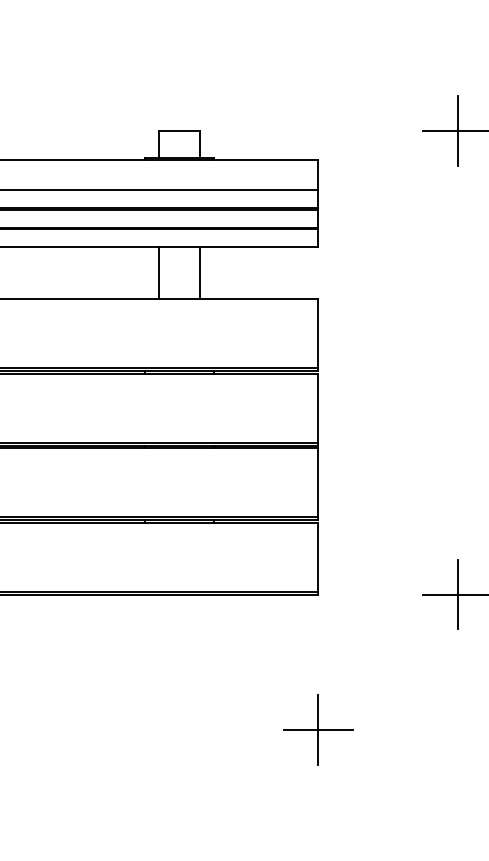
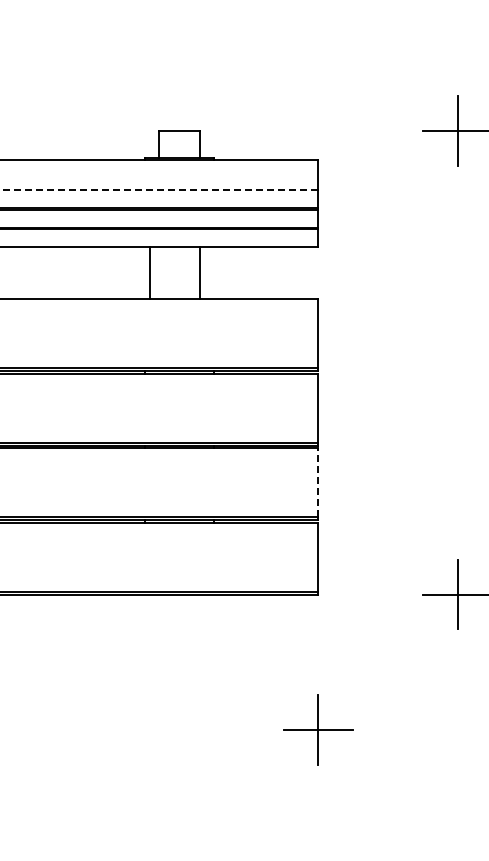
line at (159, 190): solid -> dashed
line at (158, 273) position: (158, 273) -> (149, 273)
line at (318, 482): solid -> dashed
